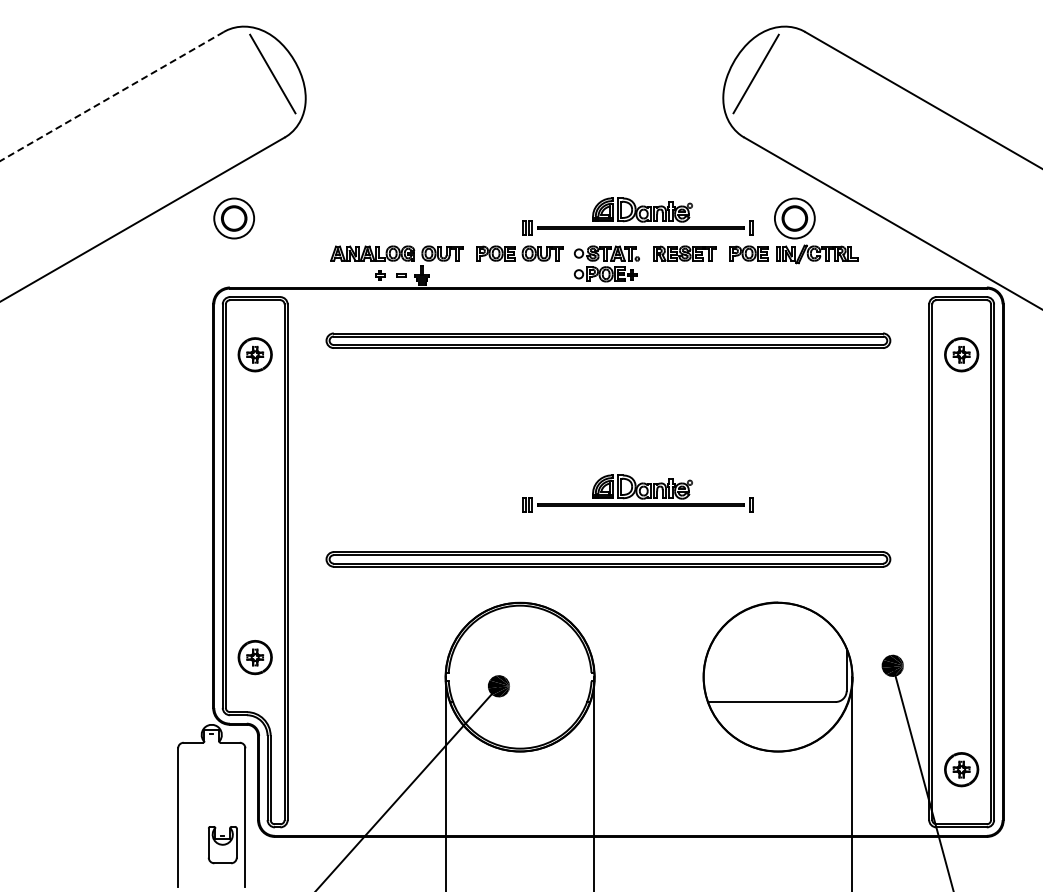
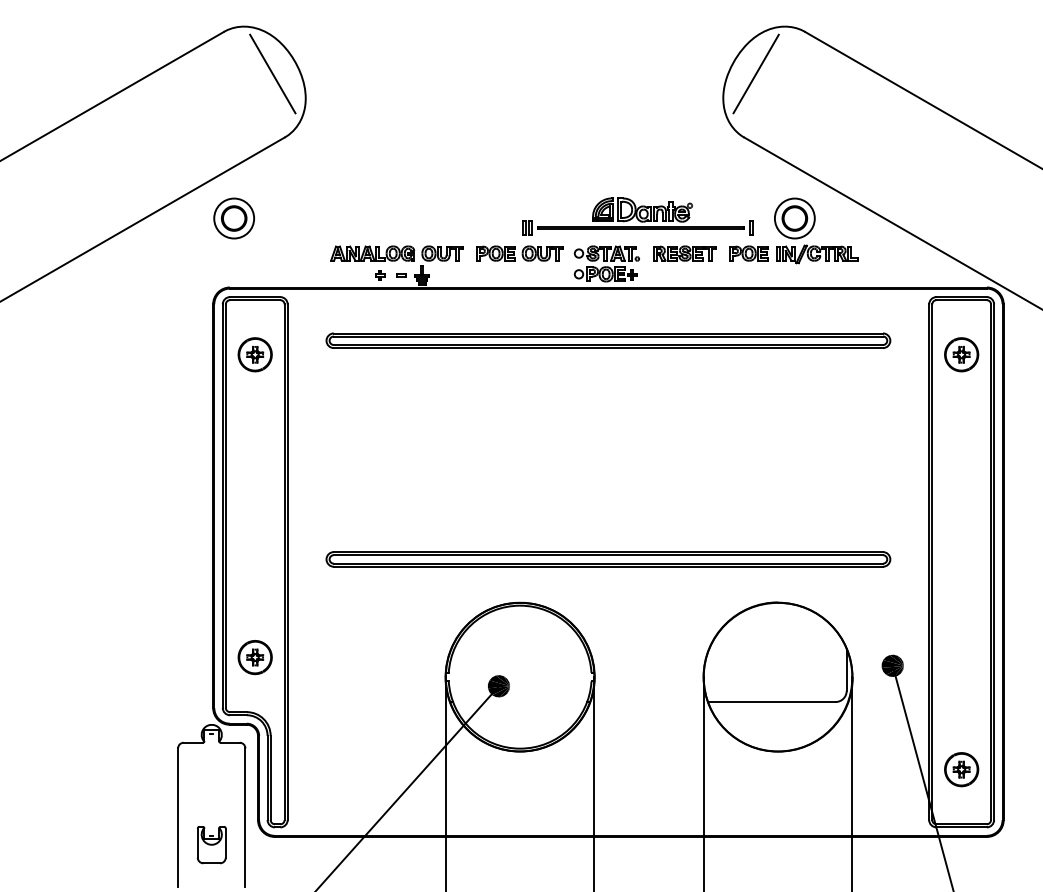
line at (112, 96): dashed -> solid
part at (637, 493): present -> none
line at (703, 782): none -> present
part at (222, 845) position: (222, 845) -> (211, 845)
